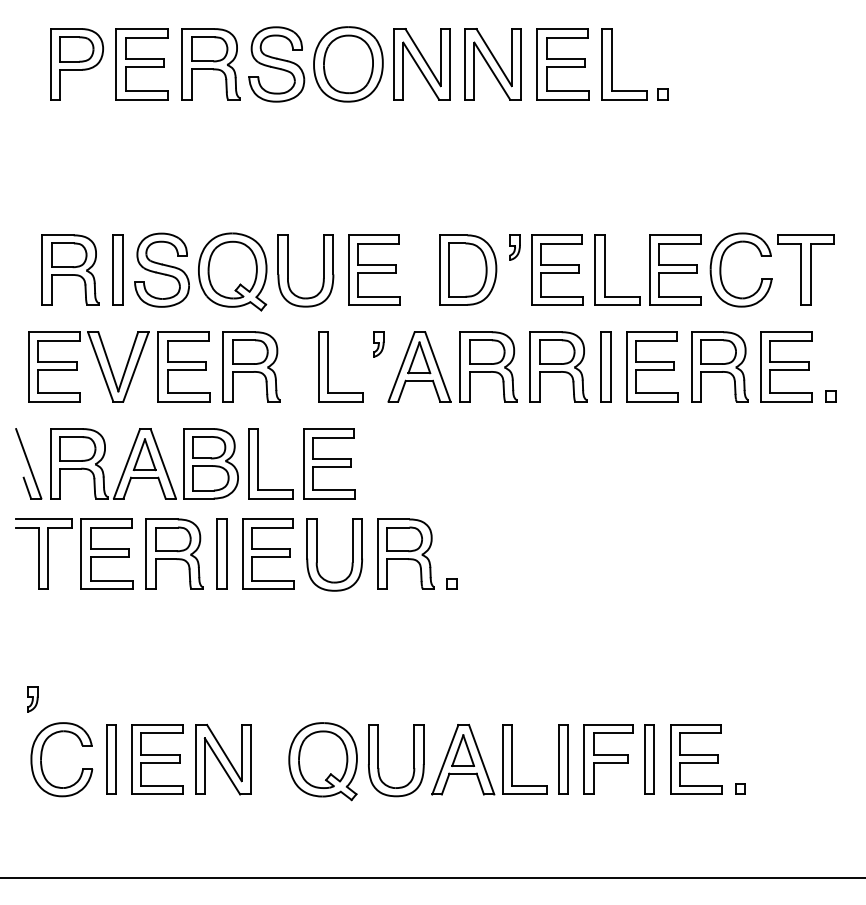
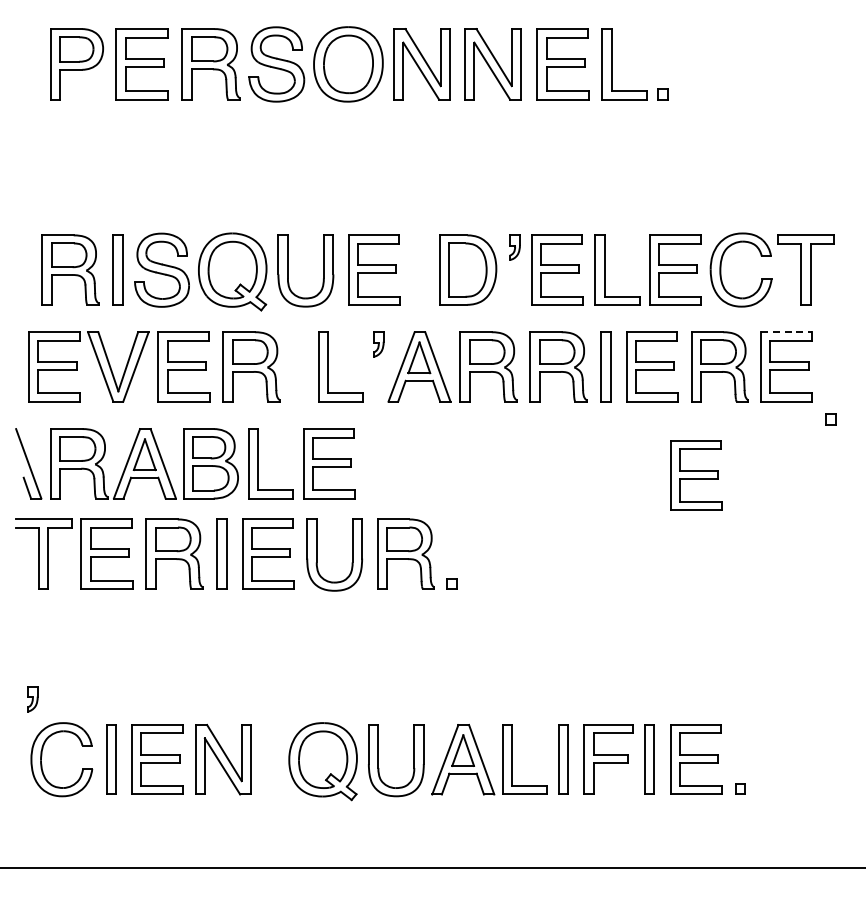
line at (786, 332): solid -> dashed
part at (830, 396) position: (830, 396) -> (830, 419)
part at (696, 475): none -> present
line at (432, 877) position: (432, 877) -> (432, 867)
